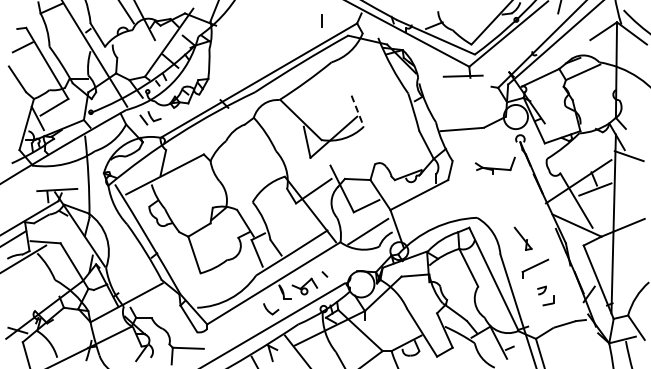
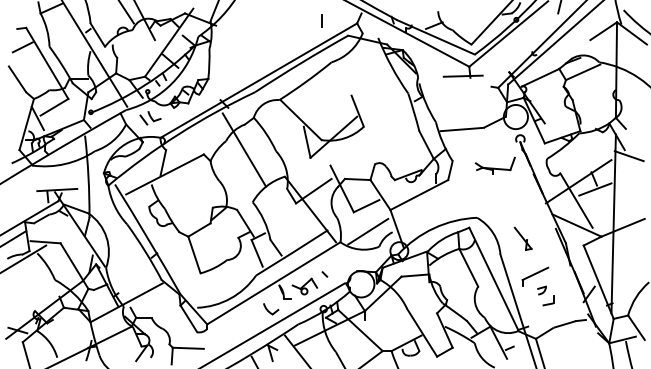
line at (357, 111): dashed -> solid
line at (244, 149): none -> present
part at (535, 268) position: (535, 268) -> (535, 276)
